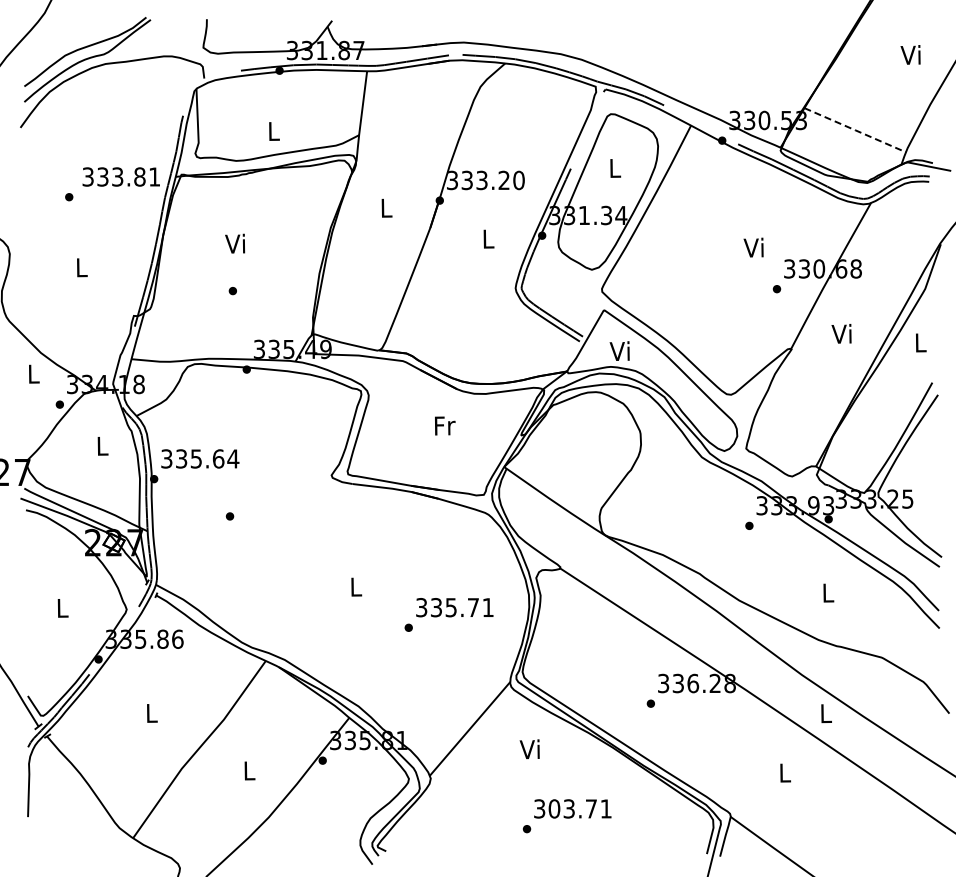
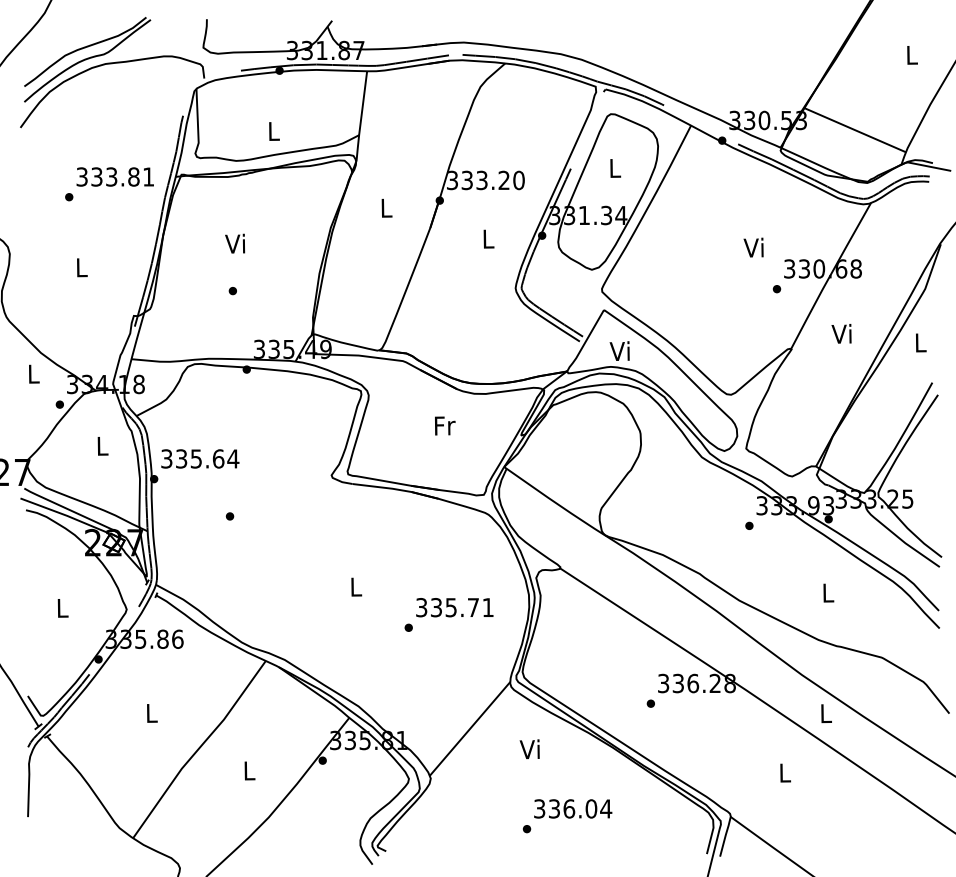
text at (910, 54): Vi -> L
line at (855, 130): dashed -> solid
text at (120, 176) position: (120, 176) -> (114, 176)
text at (580, 808): 303.71 -> 336.04
